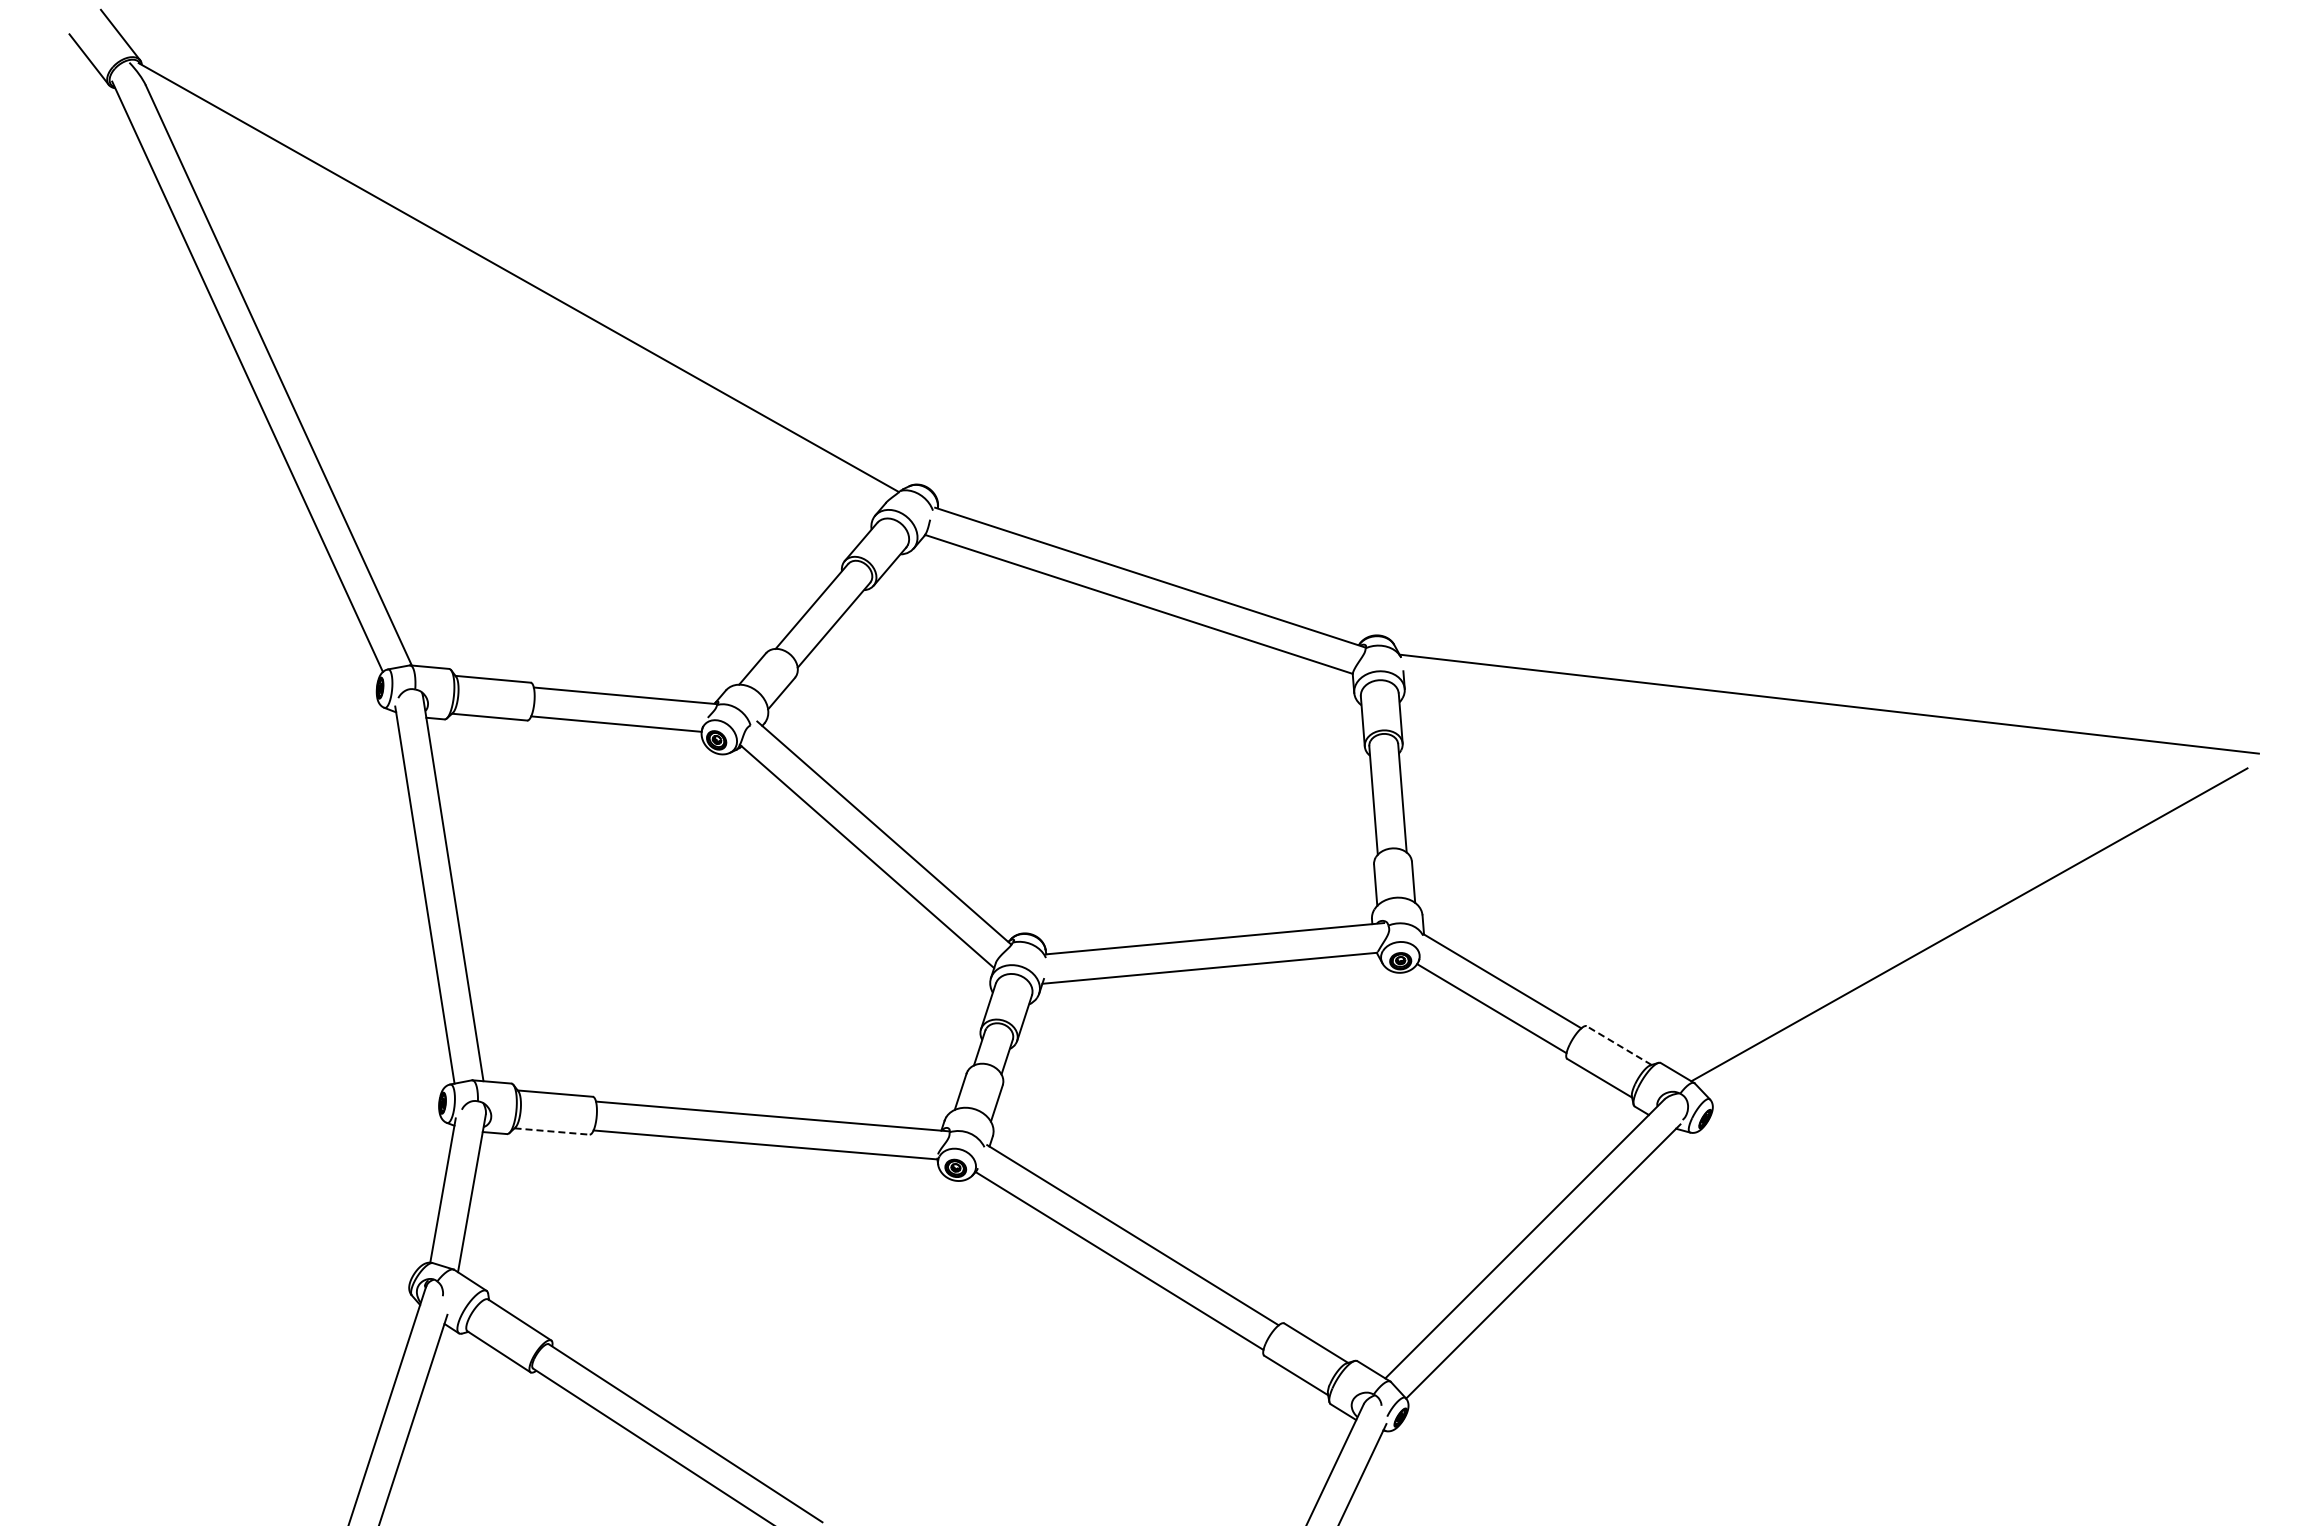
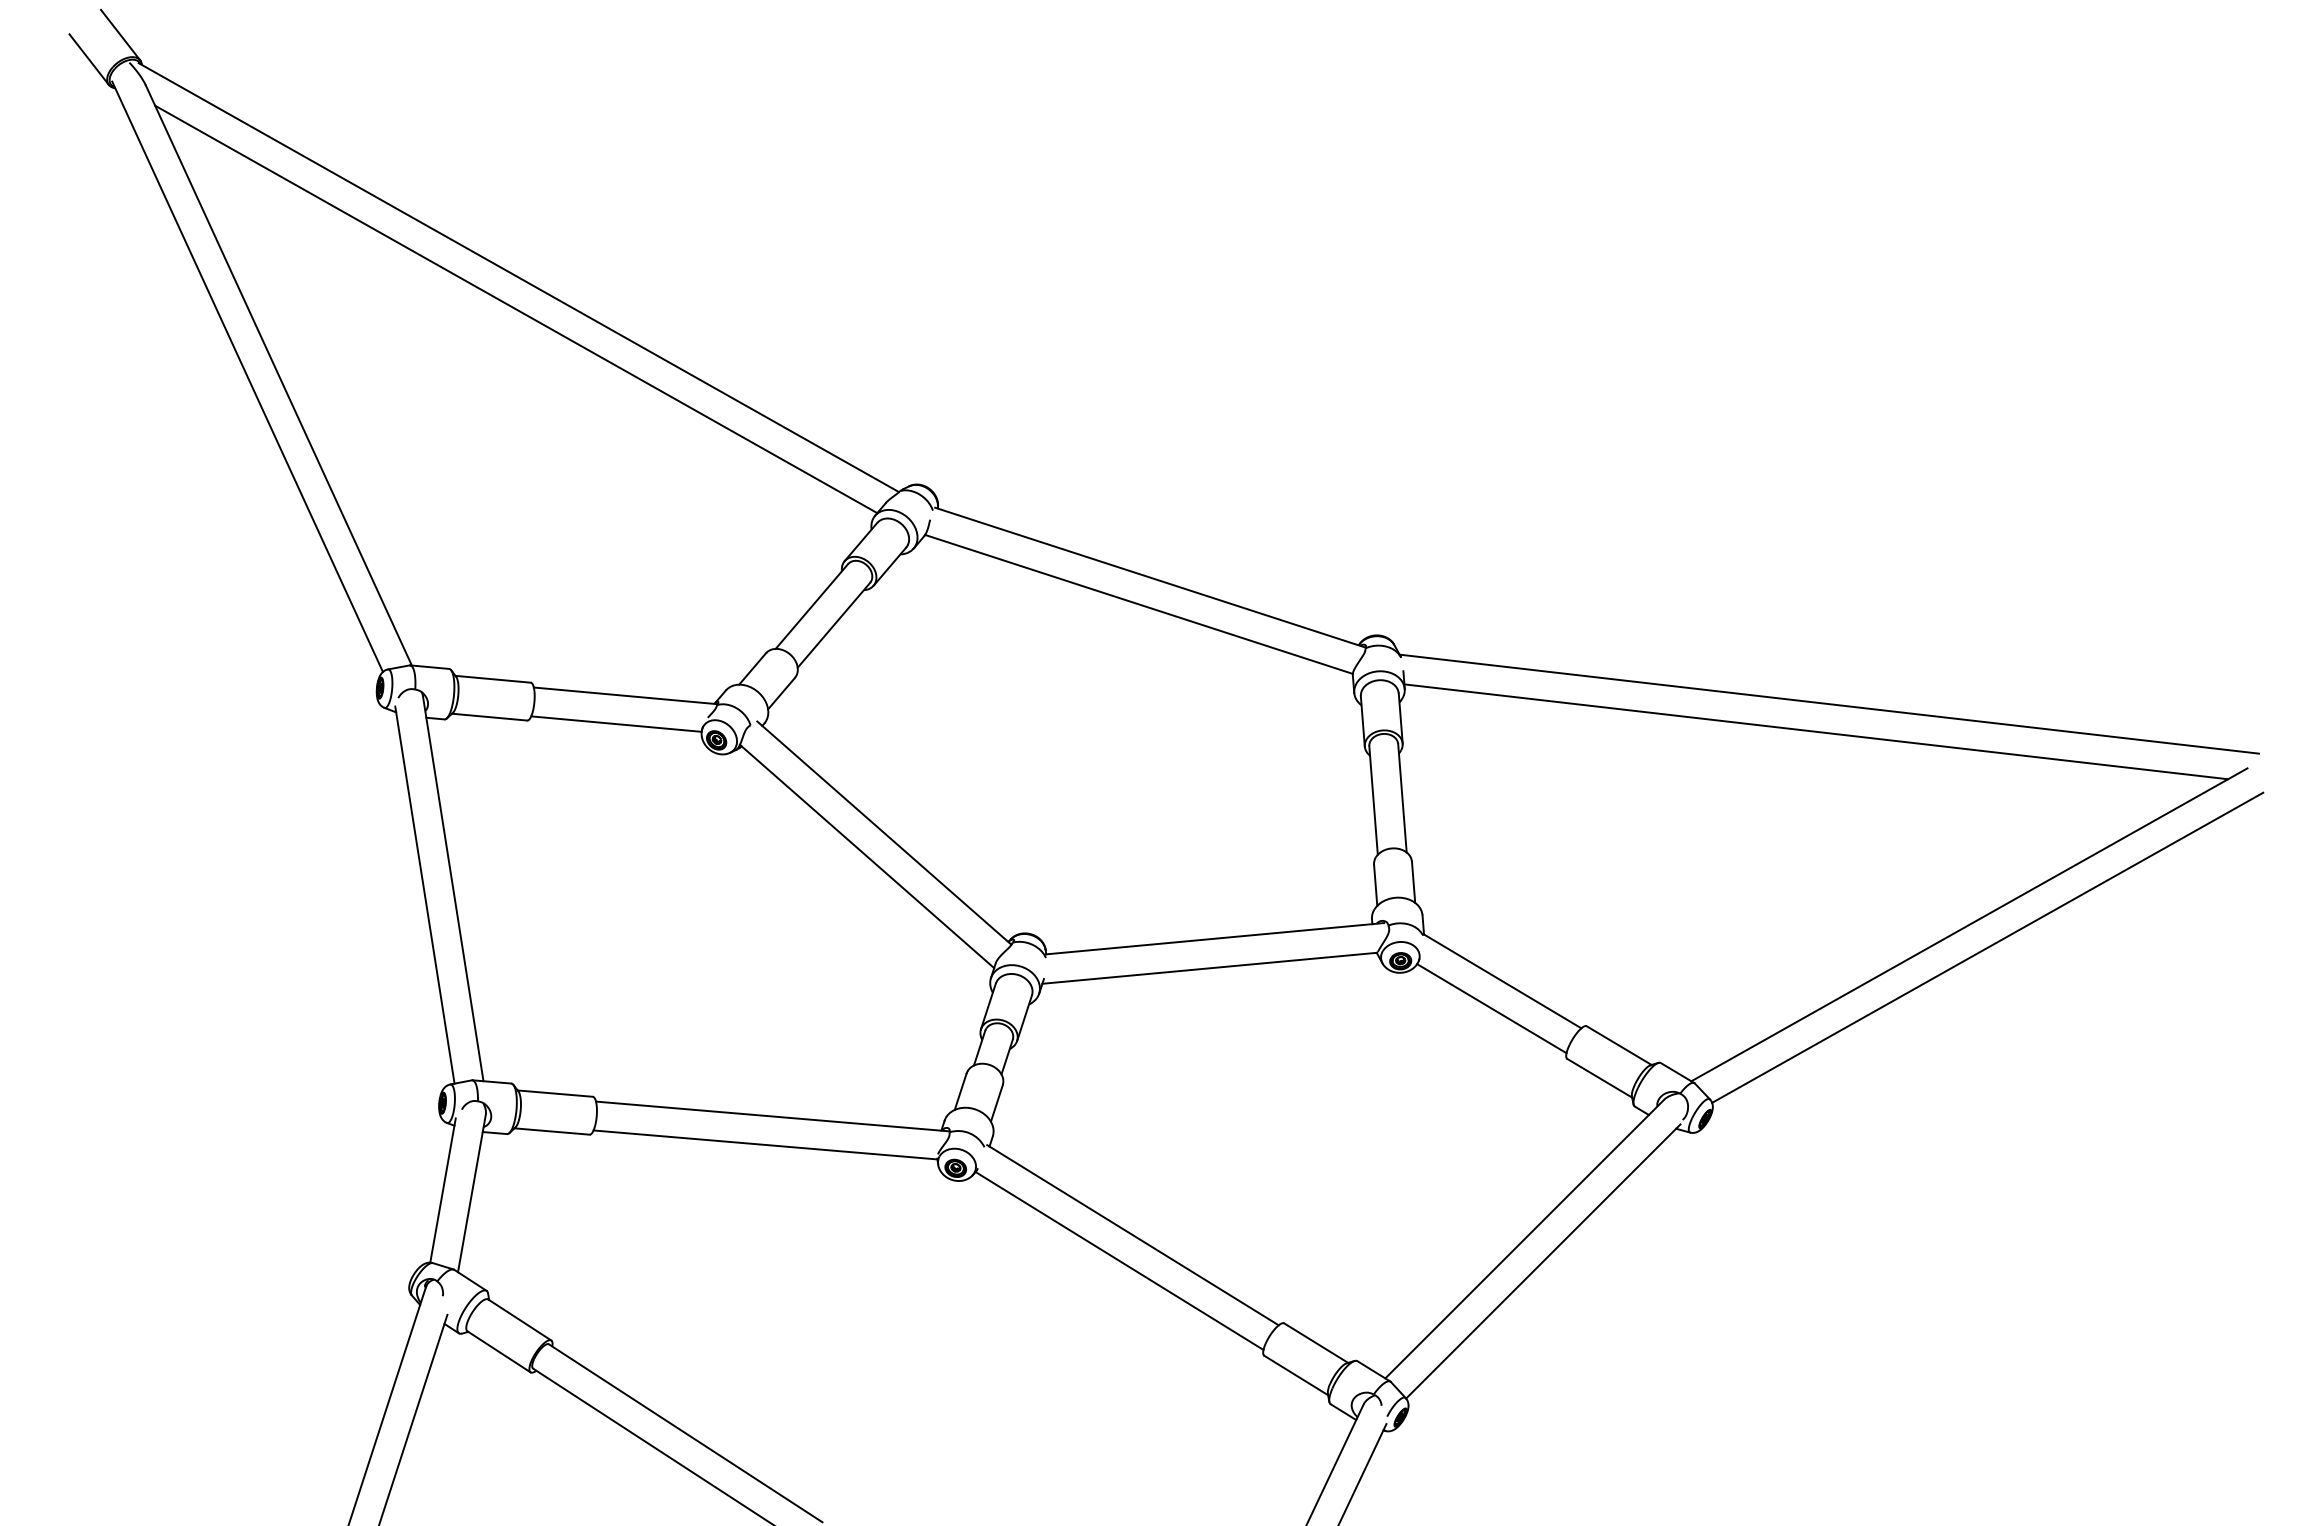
line at (516, 309): none -> present
line at (1816, 731): none -> present
line at (1987, 947): none -> present
line at (1619, 1045): dashed -> solid
line at (552, 1131): dashed -> solid
